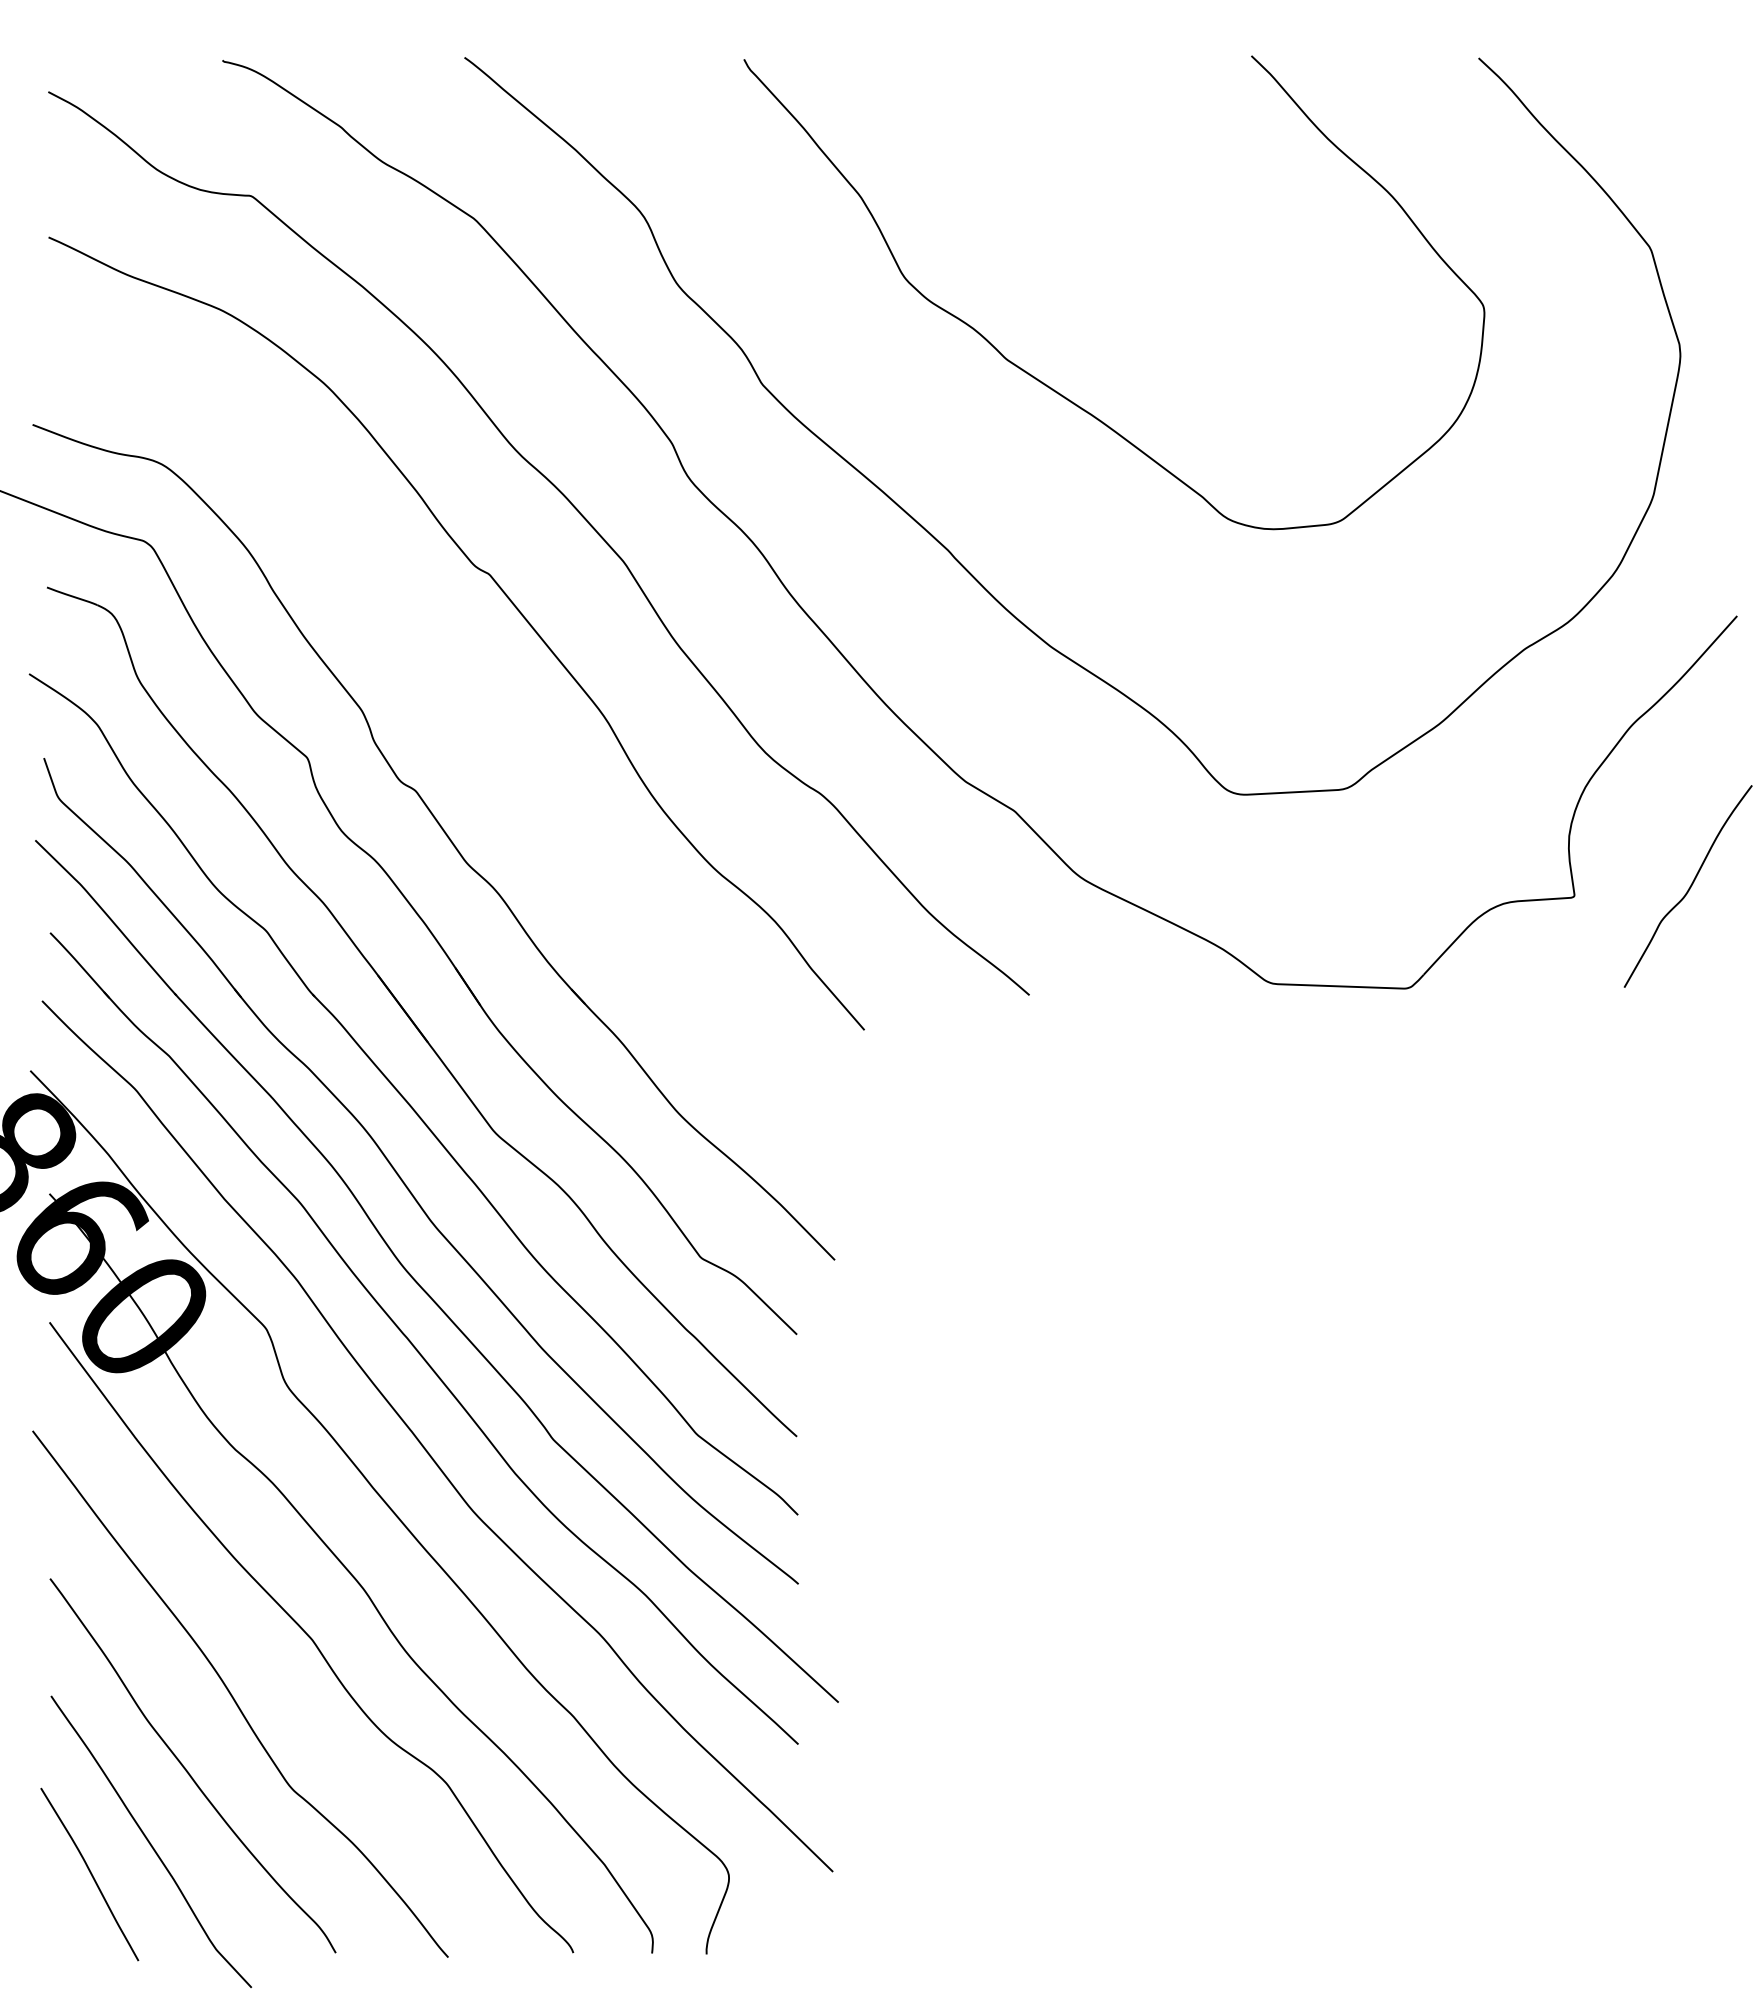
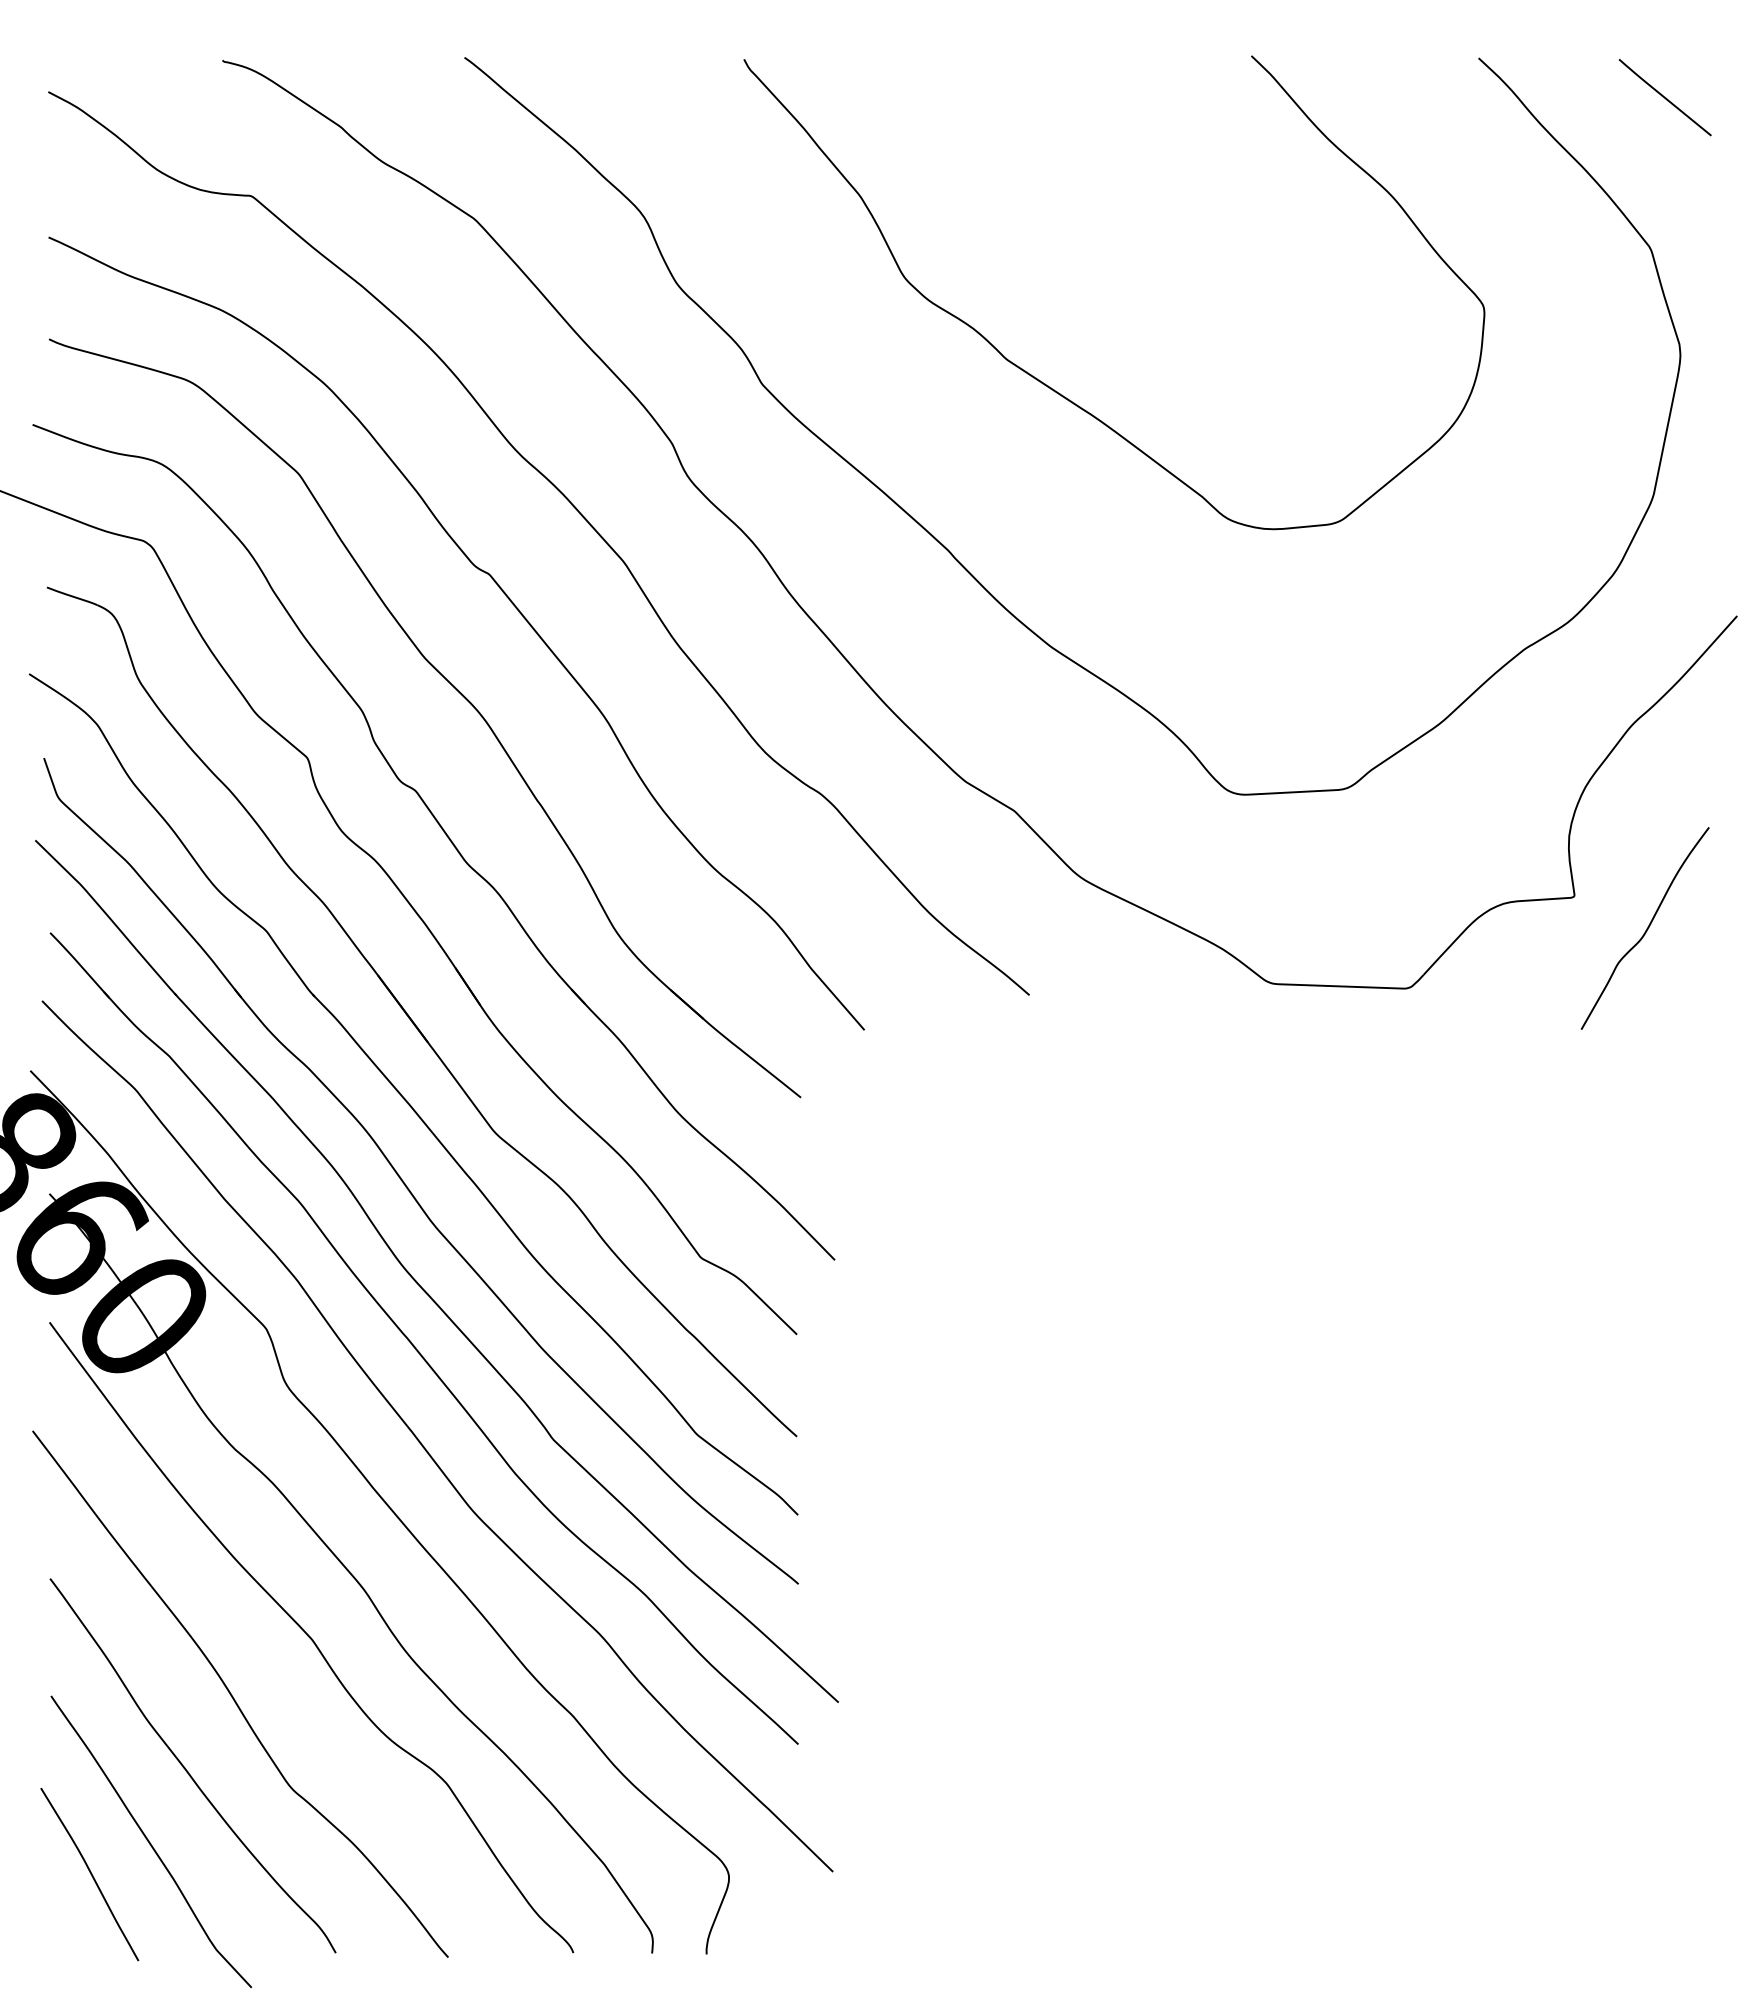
line at (1664, 97): none -> present
part at (454, 688): none -> present
curve at (1689, 886) position: (1689, 886) -> (1646, 928)
